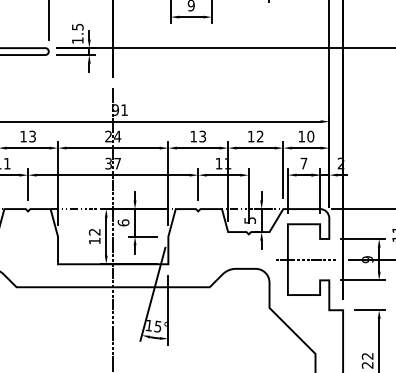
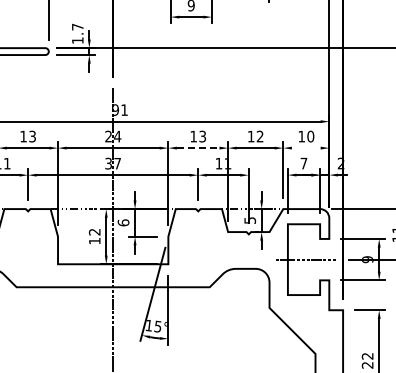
text at (77, 26): 1.5 -> 1.7
line at (198, 148): solid -> dashed
line at (305, 148): present -> none
